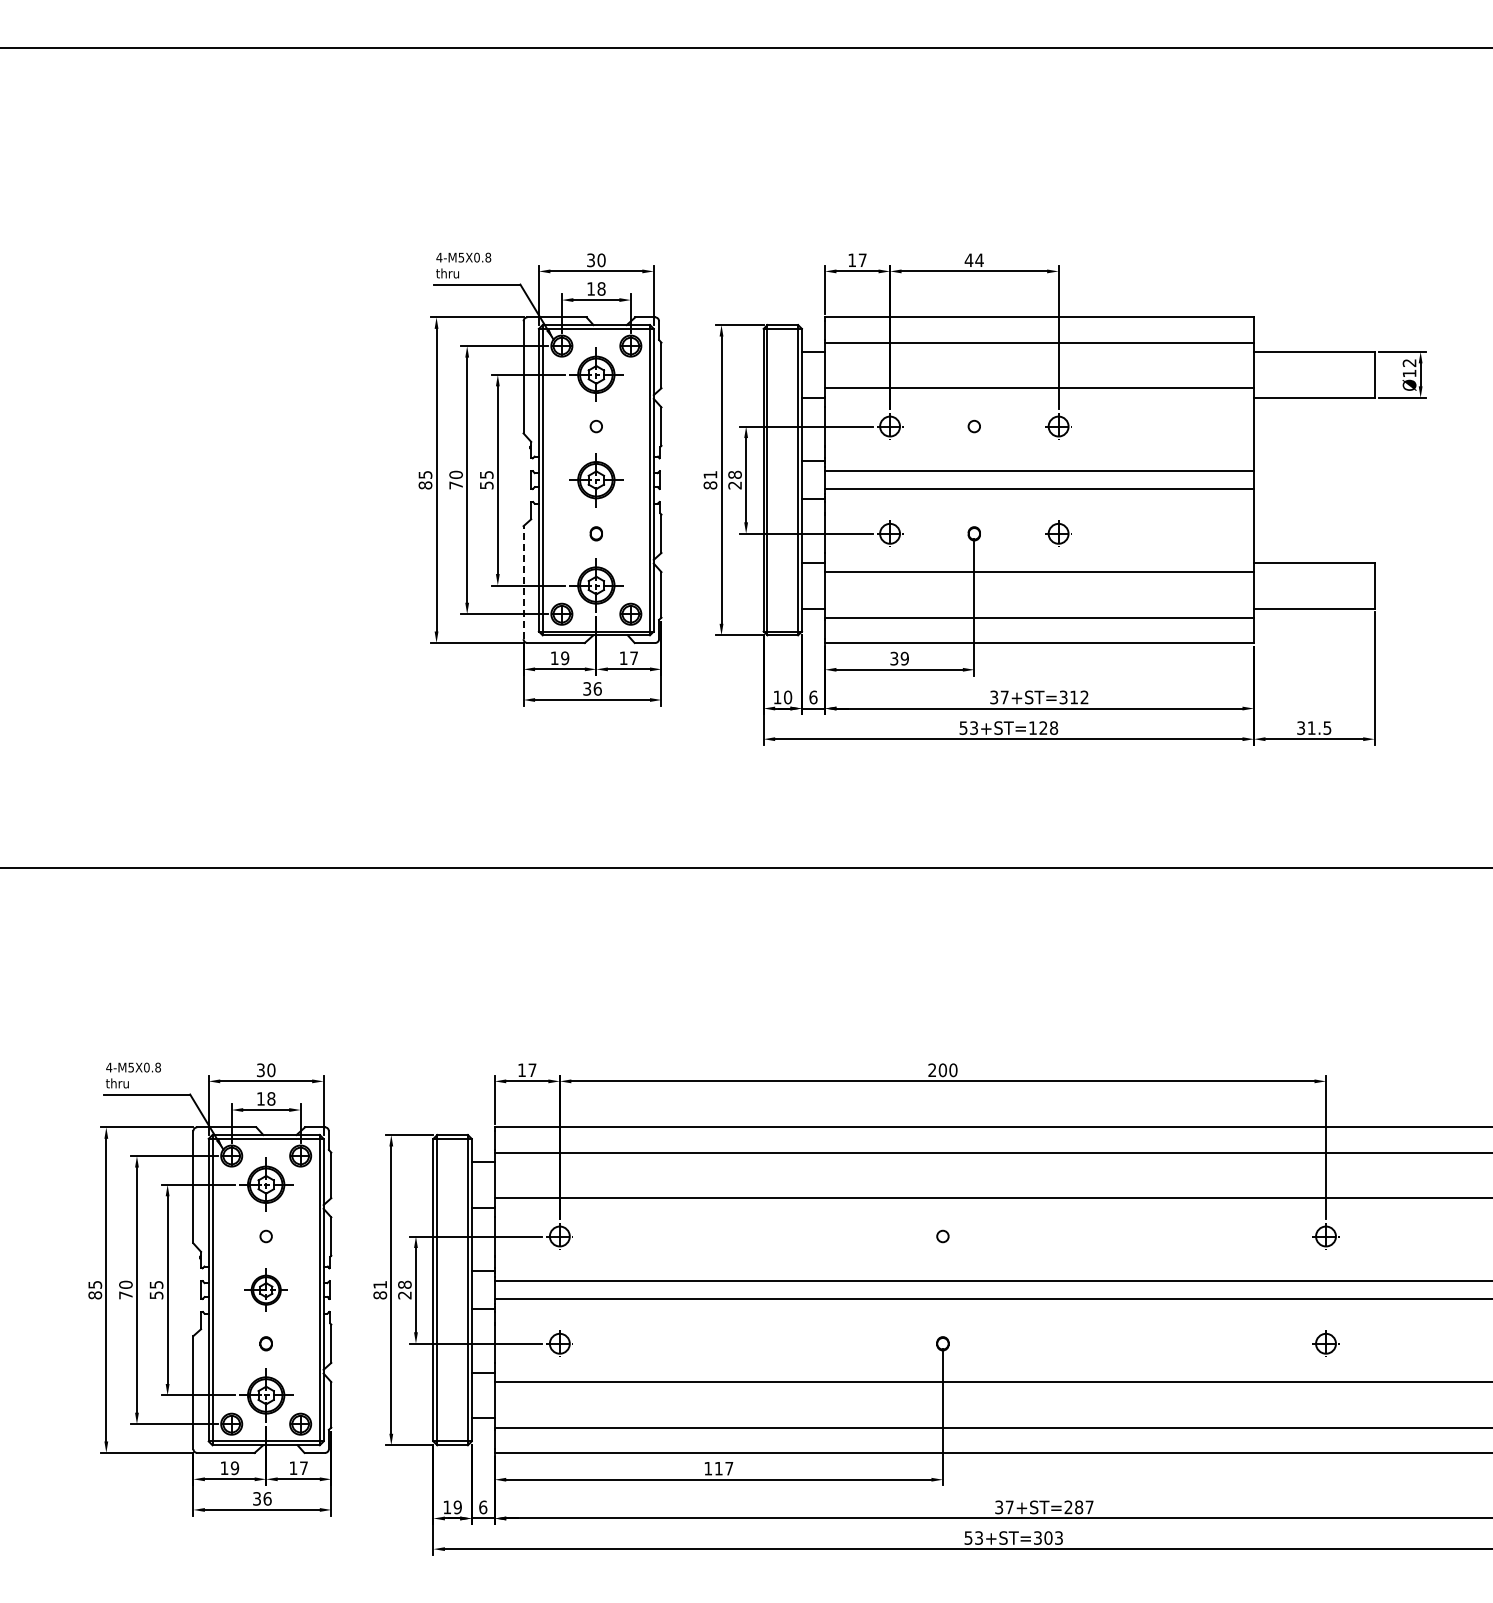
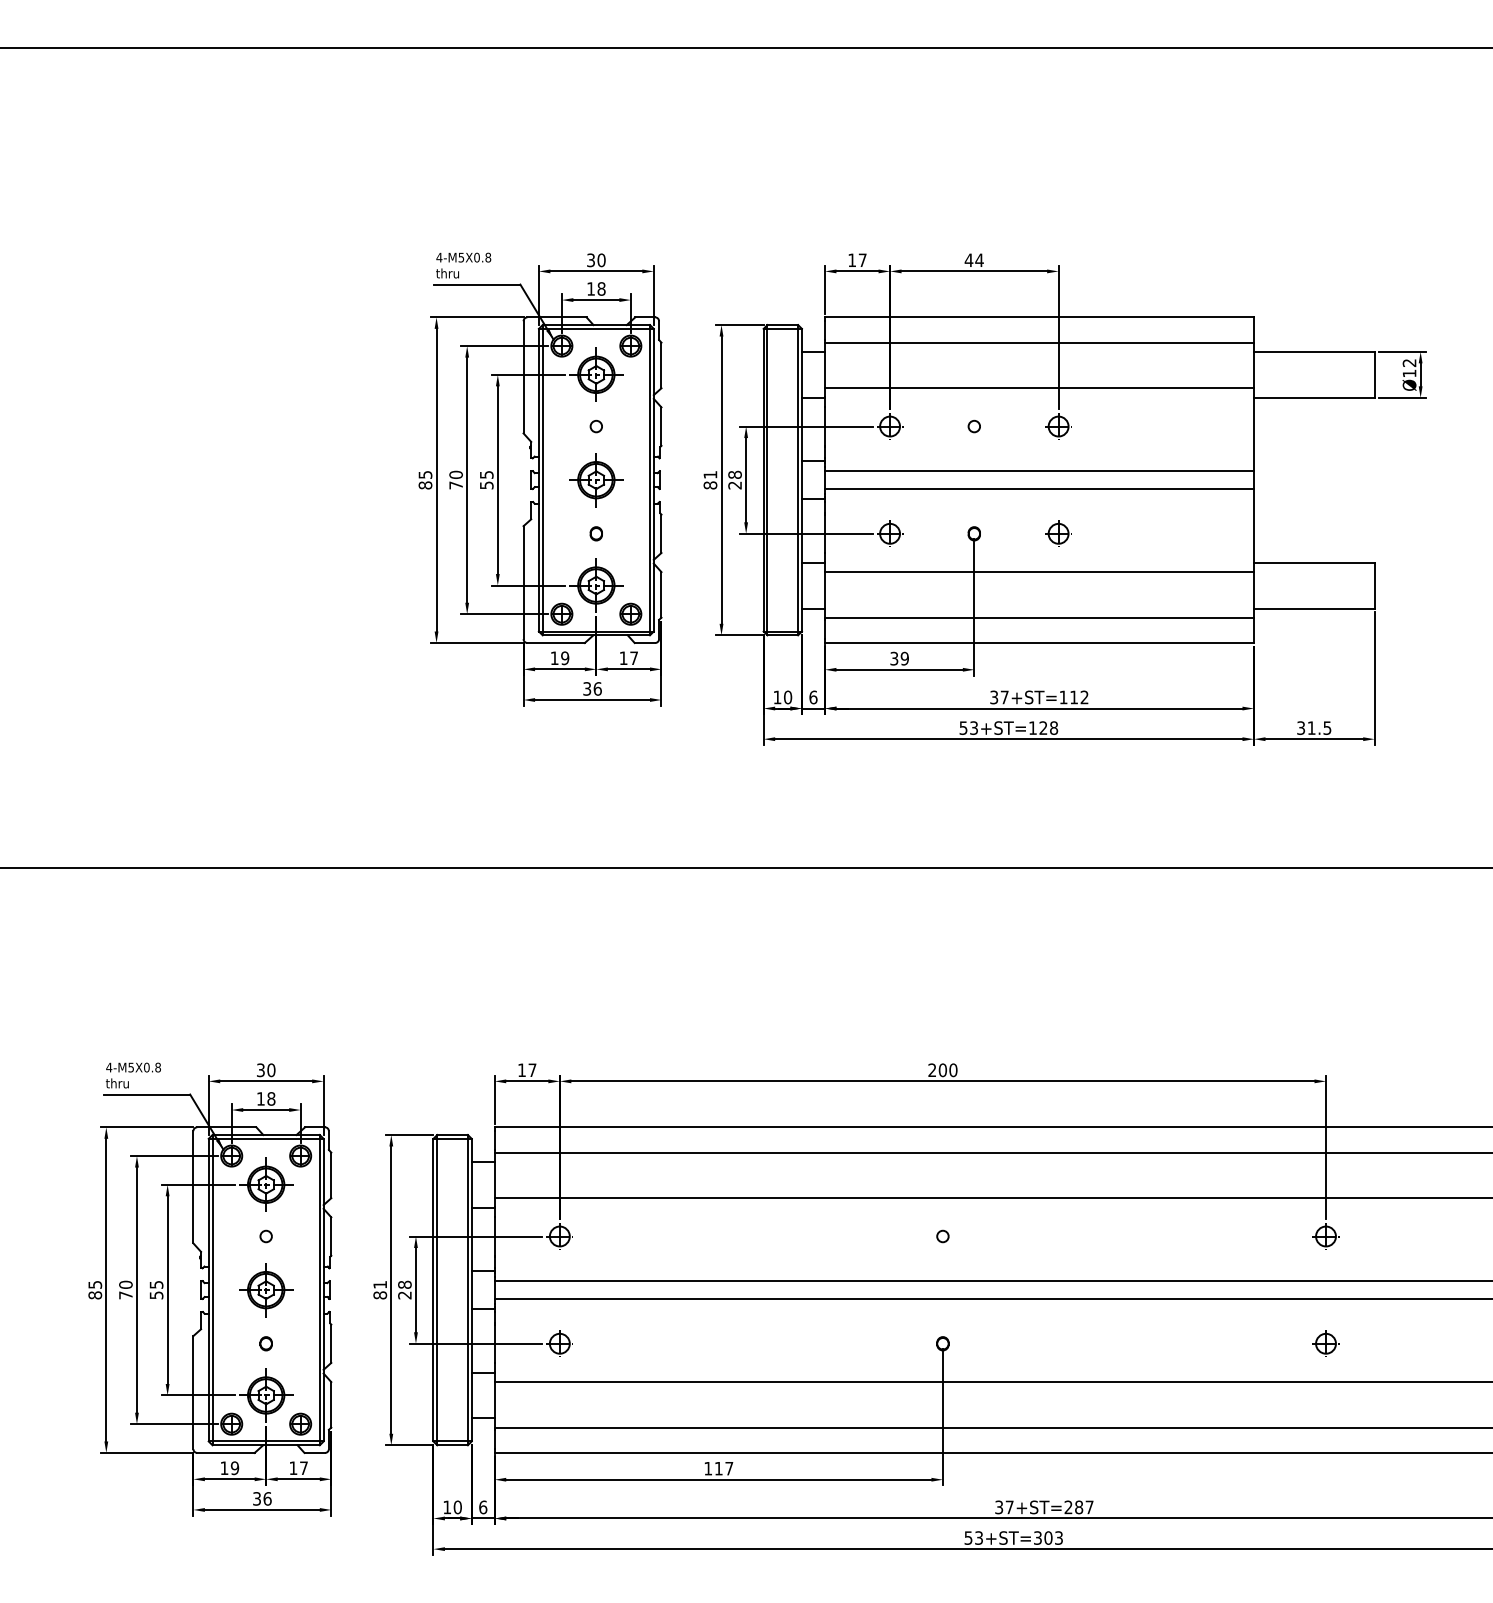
line at (523, 582): dashed -> solid
text at (1063, 697): 37+ST=312 -> 37+ST=112
part at (265, 1289) size: 44x44 px -> 55x55 px
text at (457, 1507): 19 -> 10
